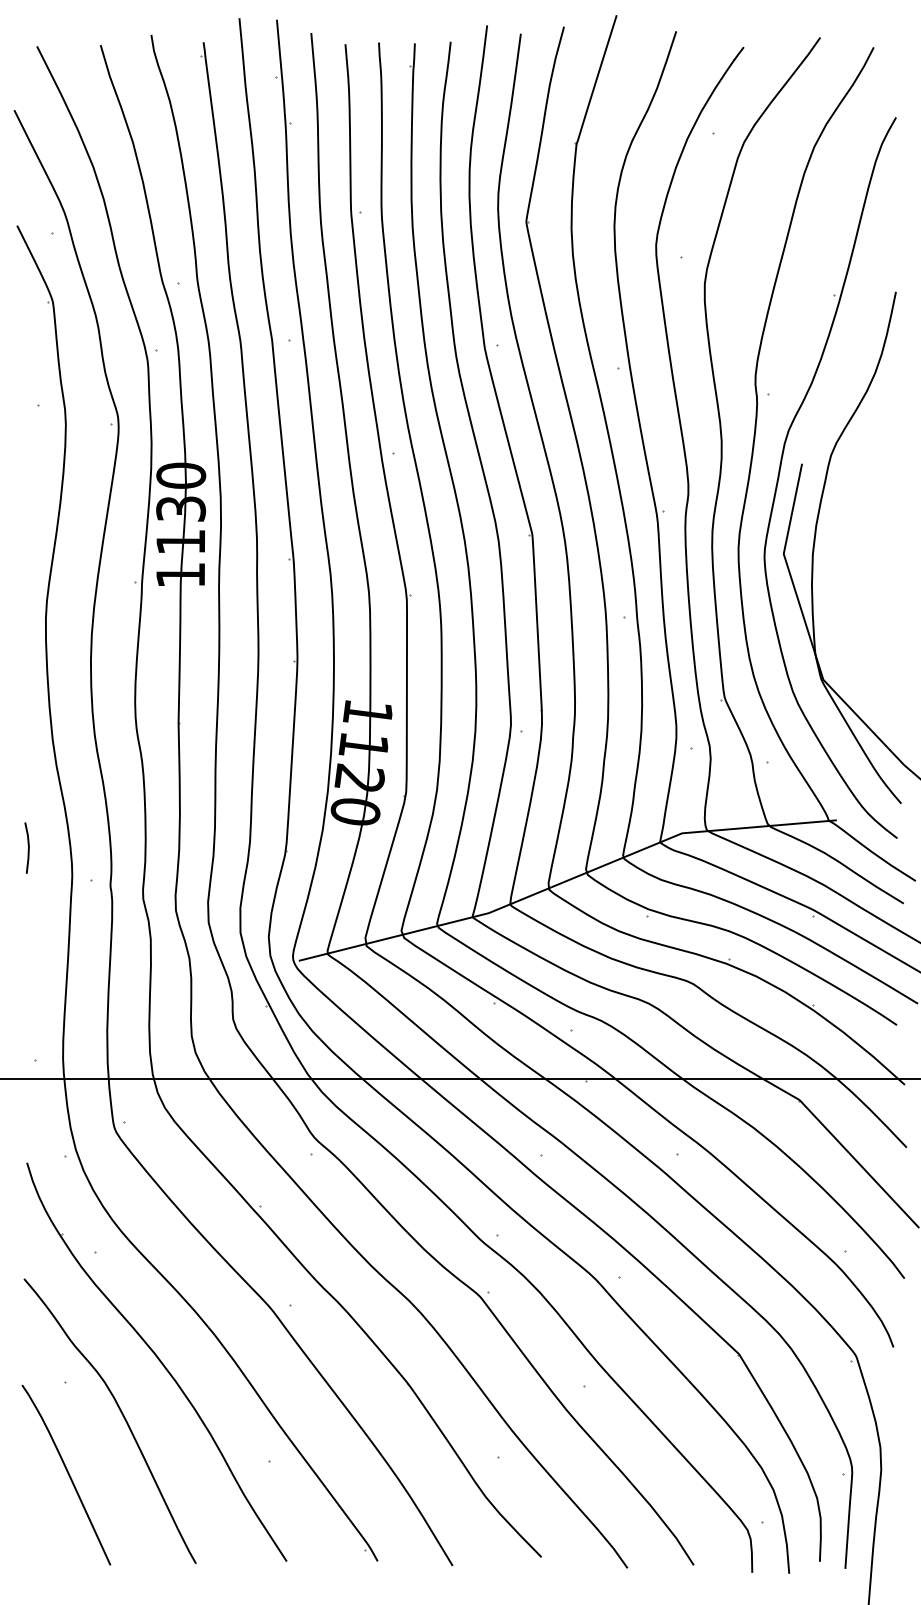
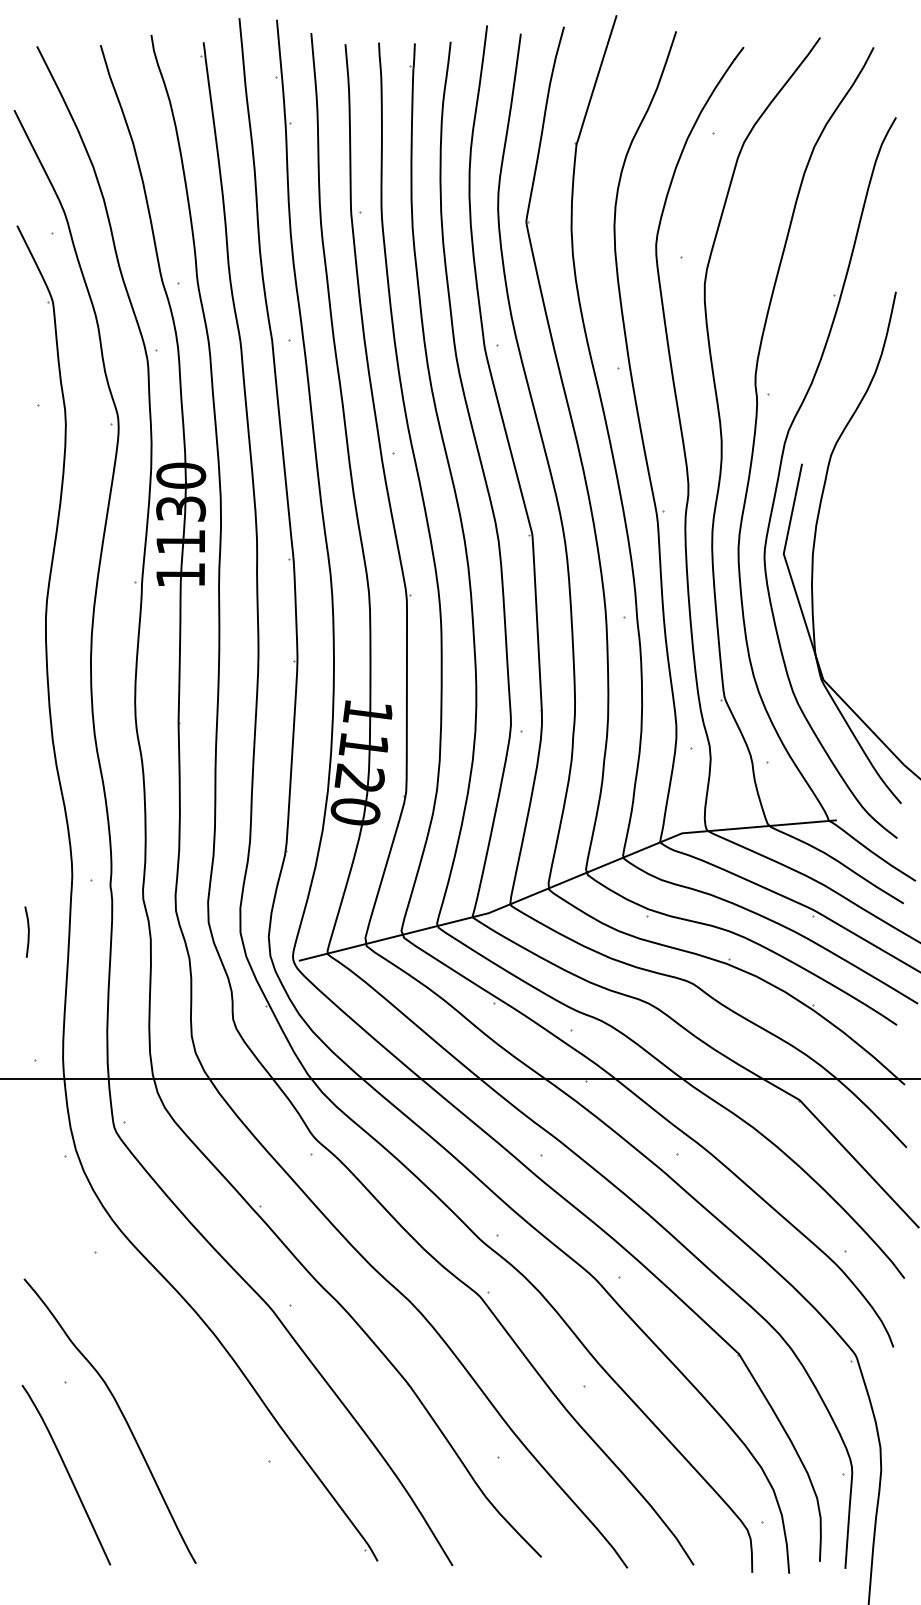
line at (28, 847) position: (28, 847) -> (28, 931)
part at (156, 1361): present -> none
